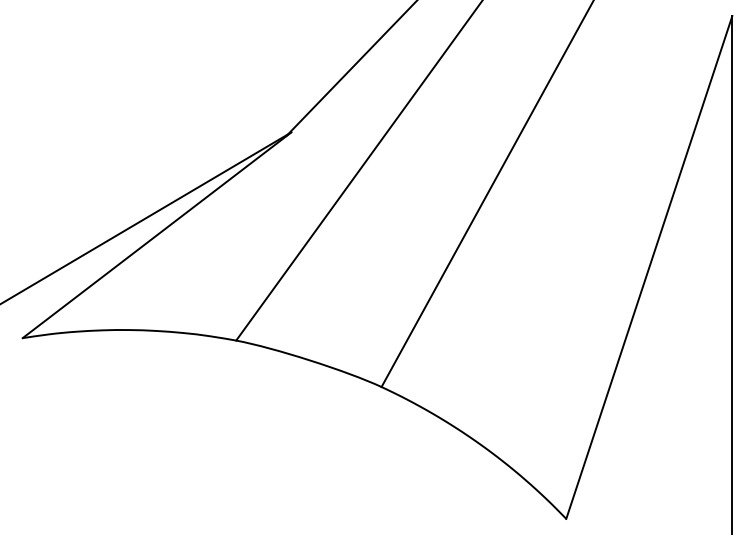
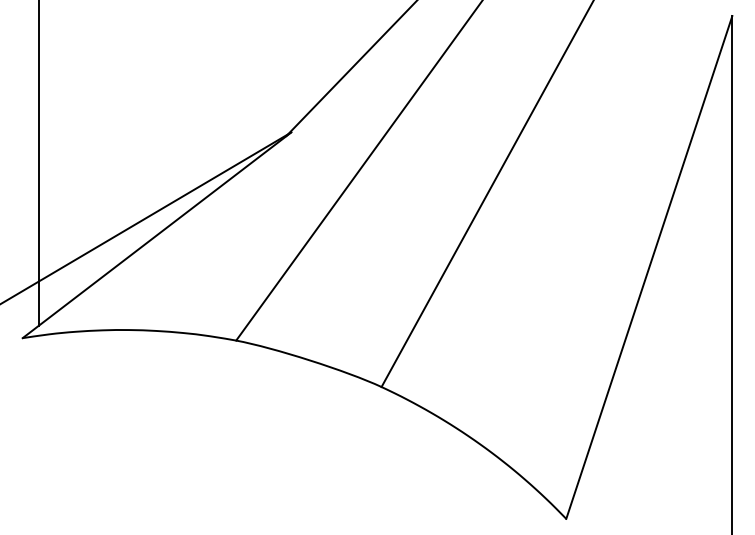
line at (38, 163): none -> present
